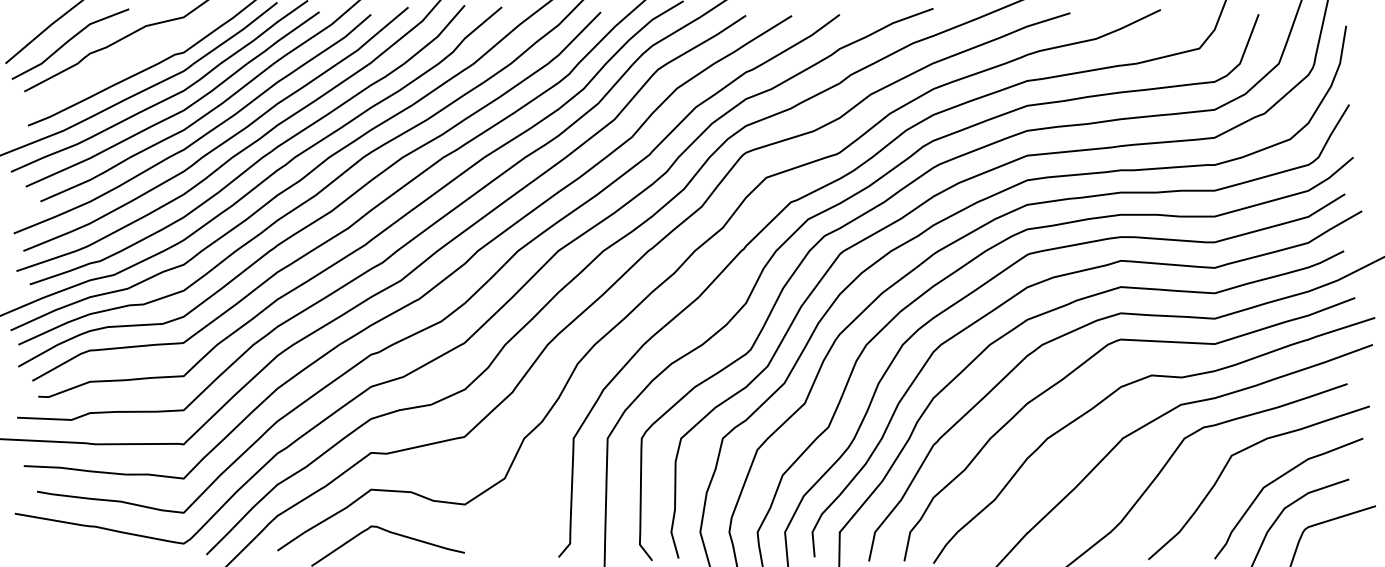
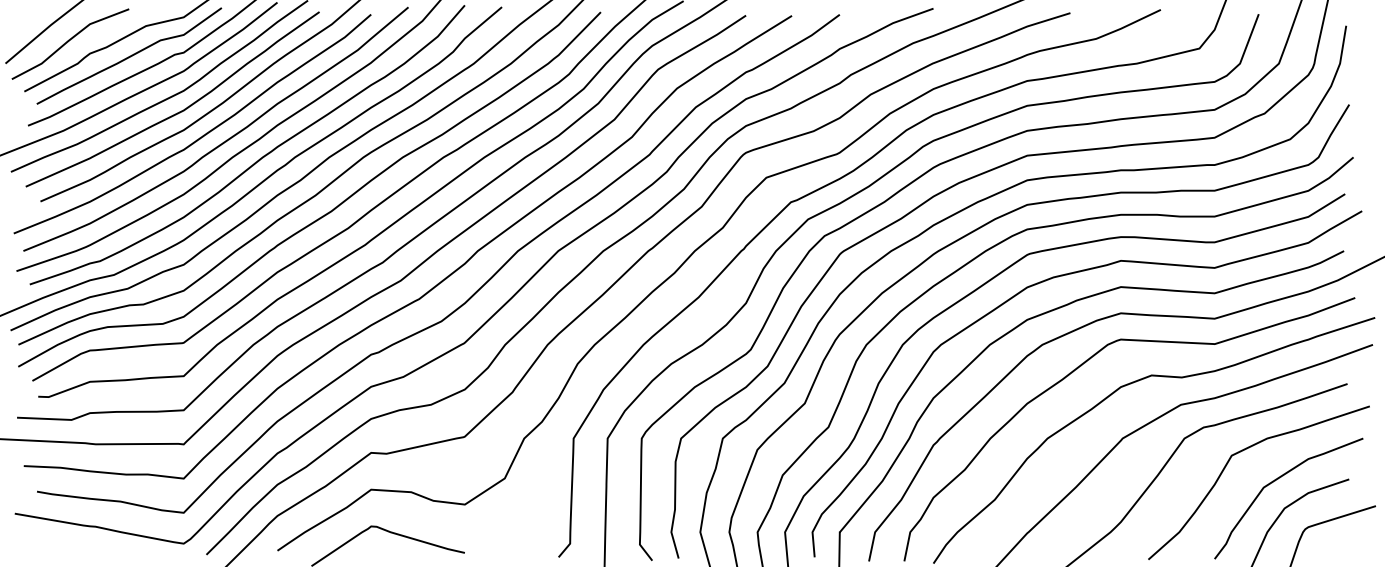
curve at (130, 55): none -> present
